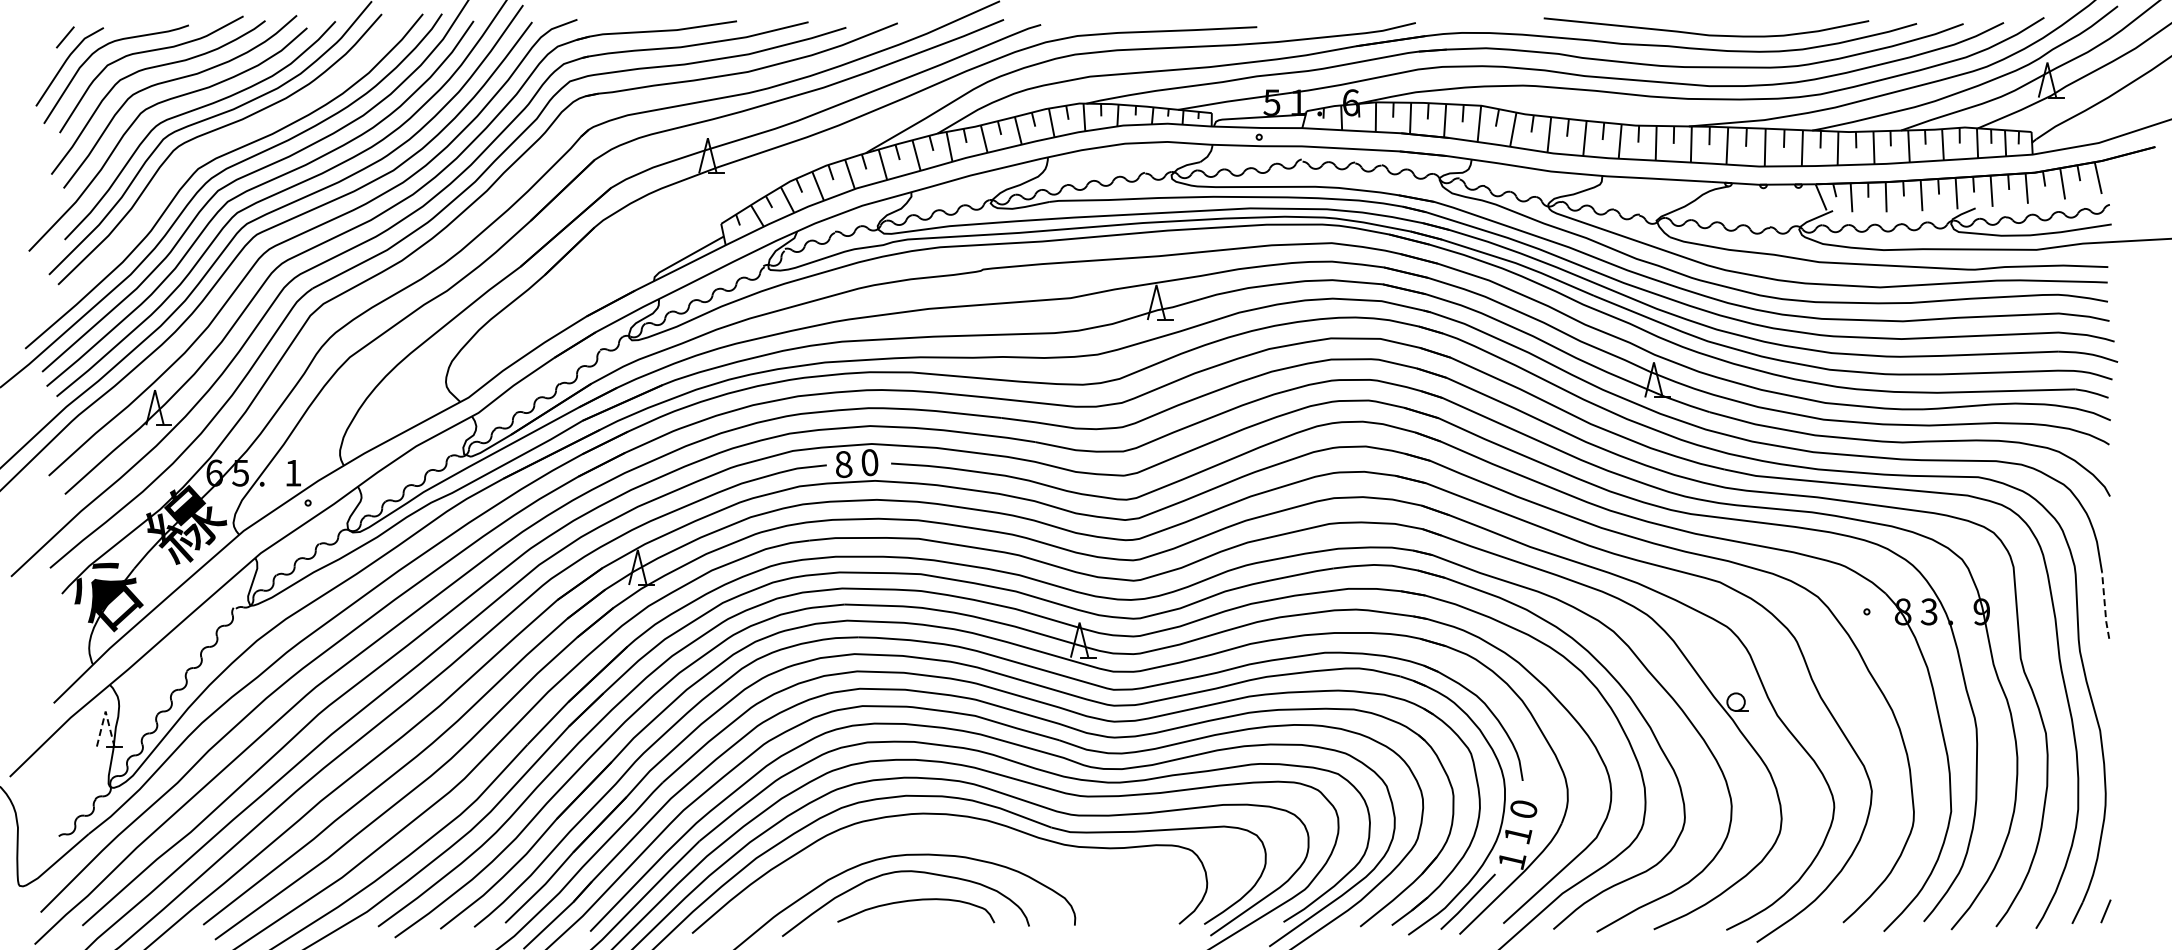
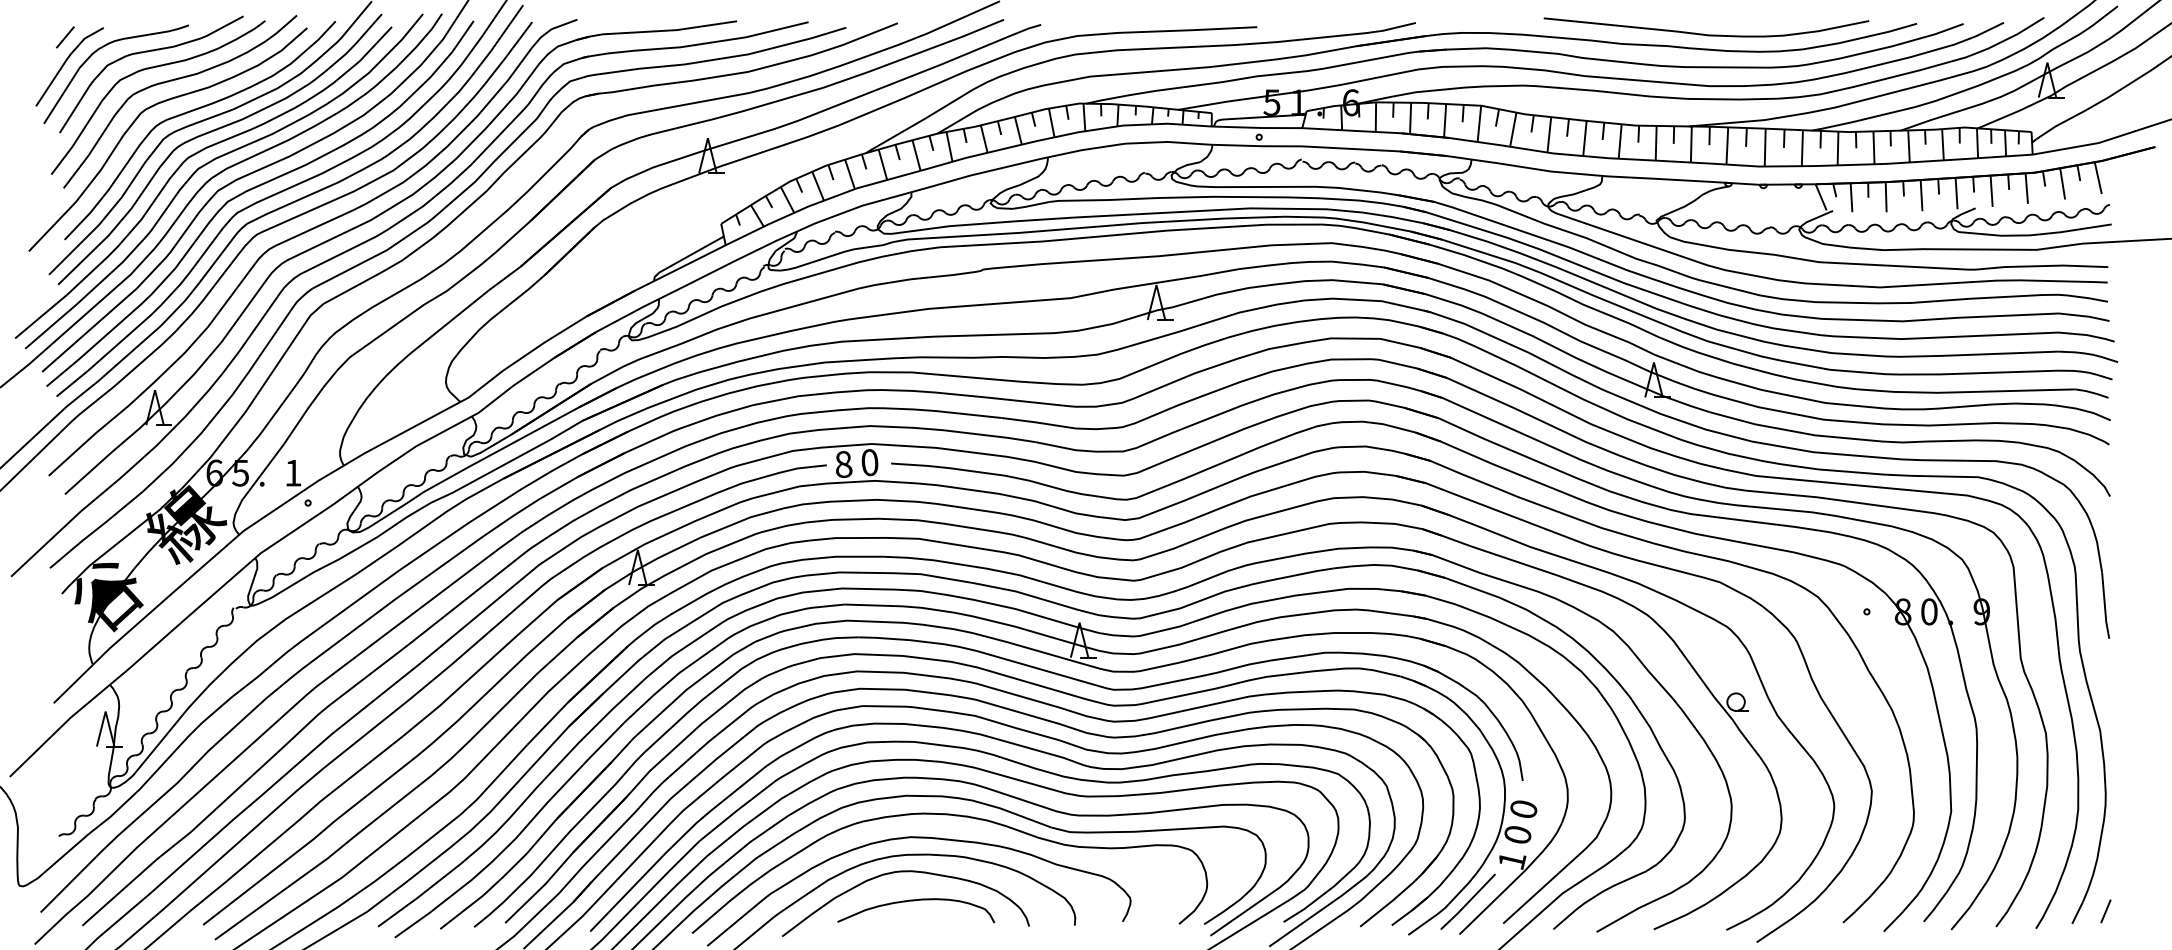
curve at (182, 165): none -> present
line at (2104, 606): dashed -> solid
text at (1928, 611): 3 -> 0
line at (105, 711): dashed -> solid
text at (1518, 835): 1 -> 0
curve at (919, 838): none -> present
